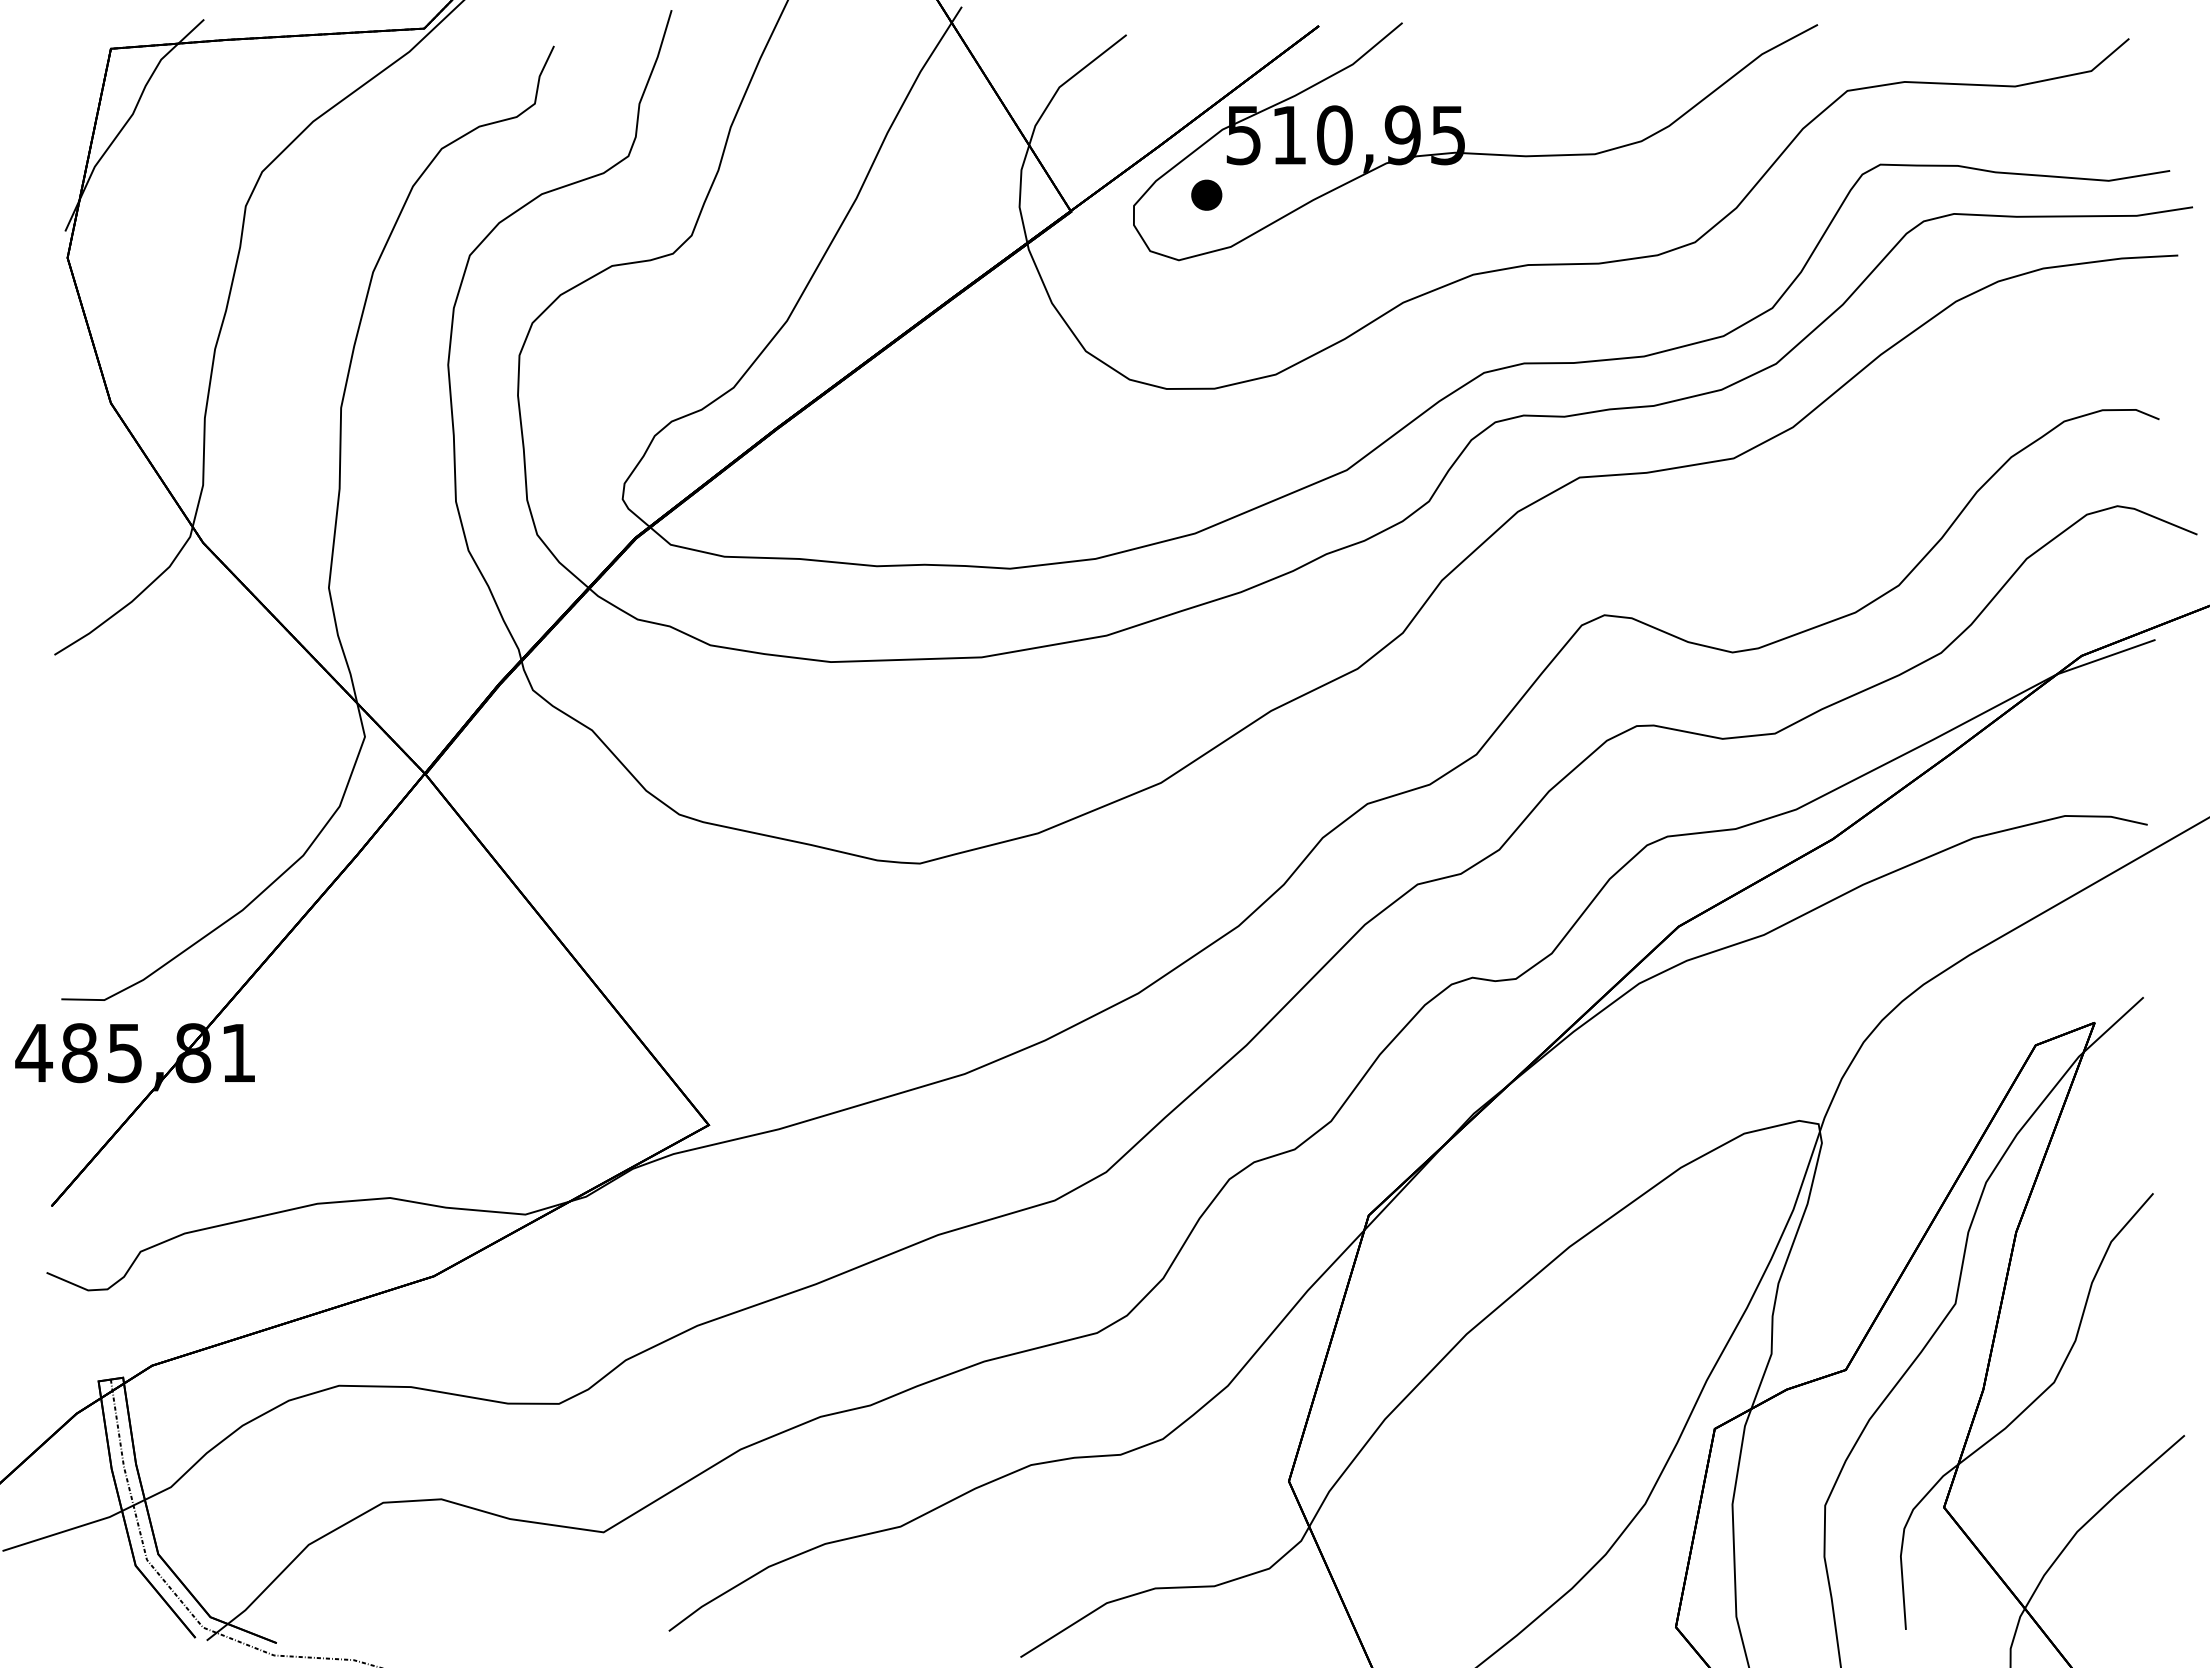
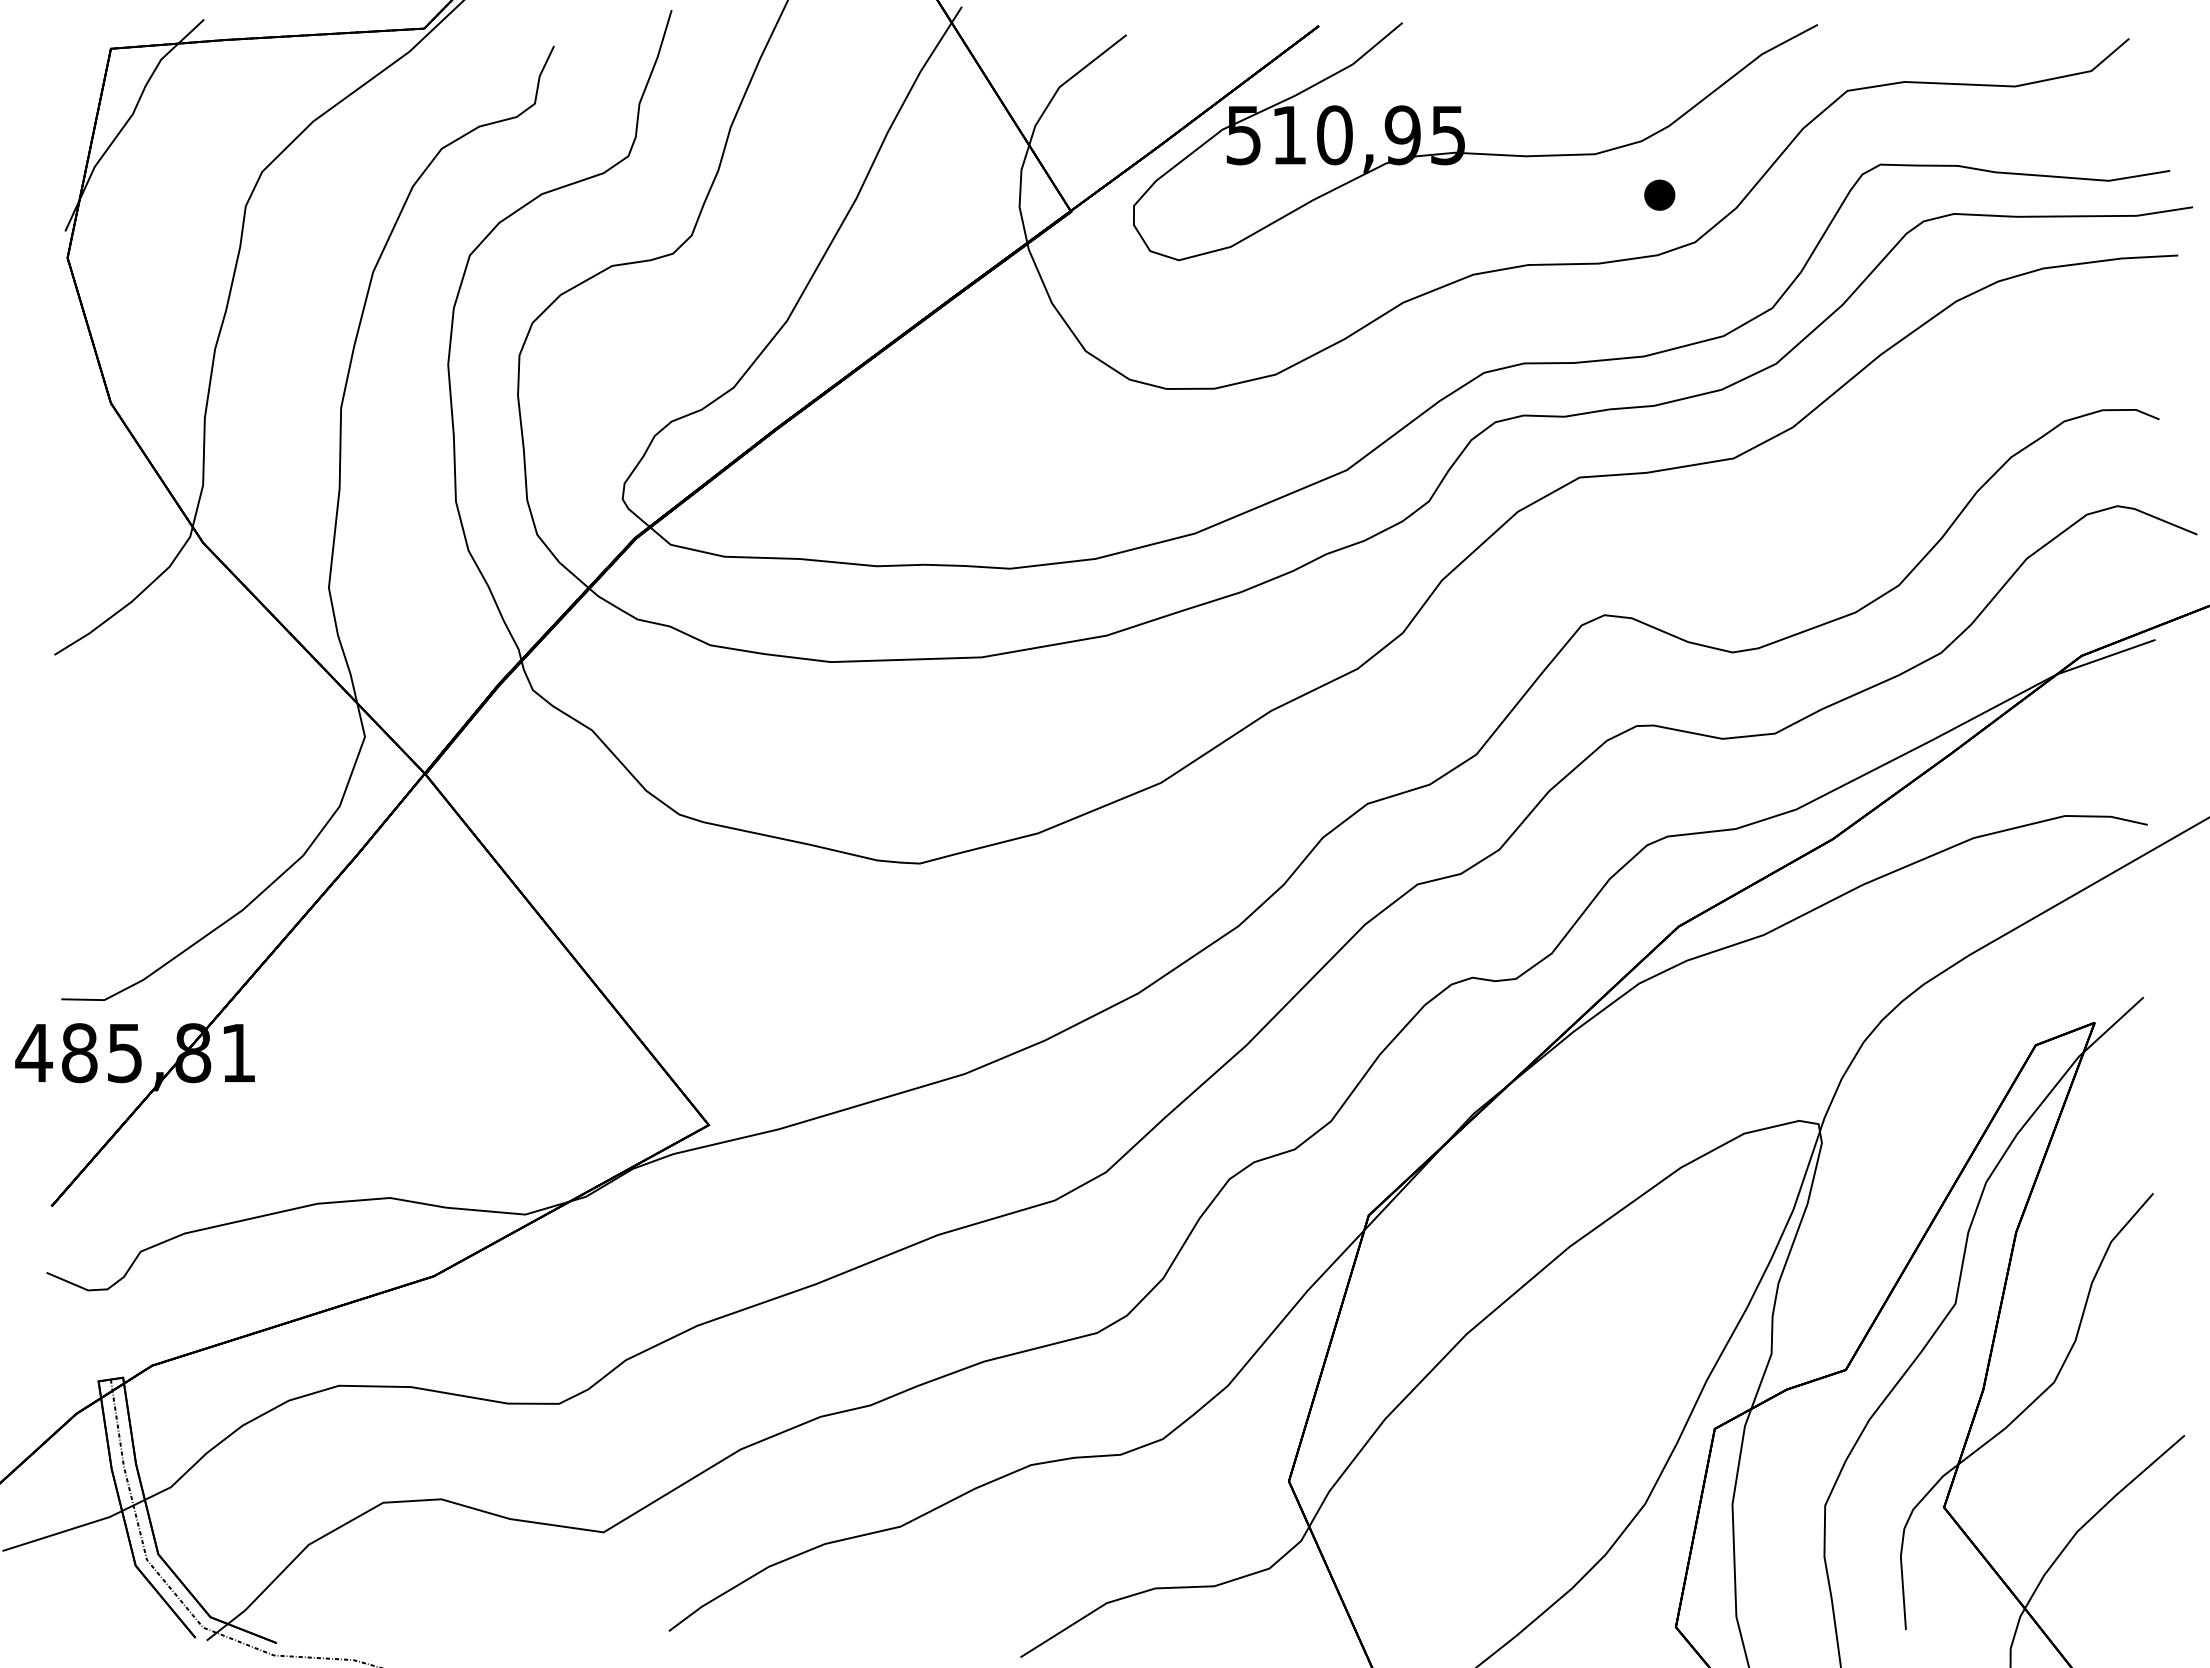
part at (1206, 194) position: (1206, 194) -> (1659, 194)
